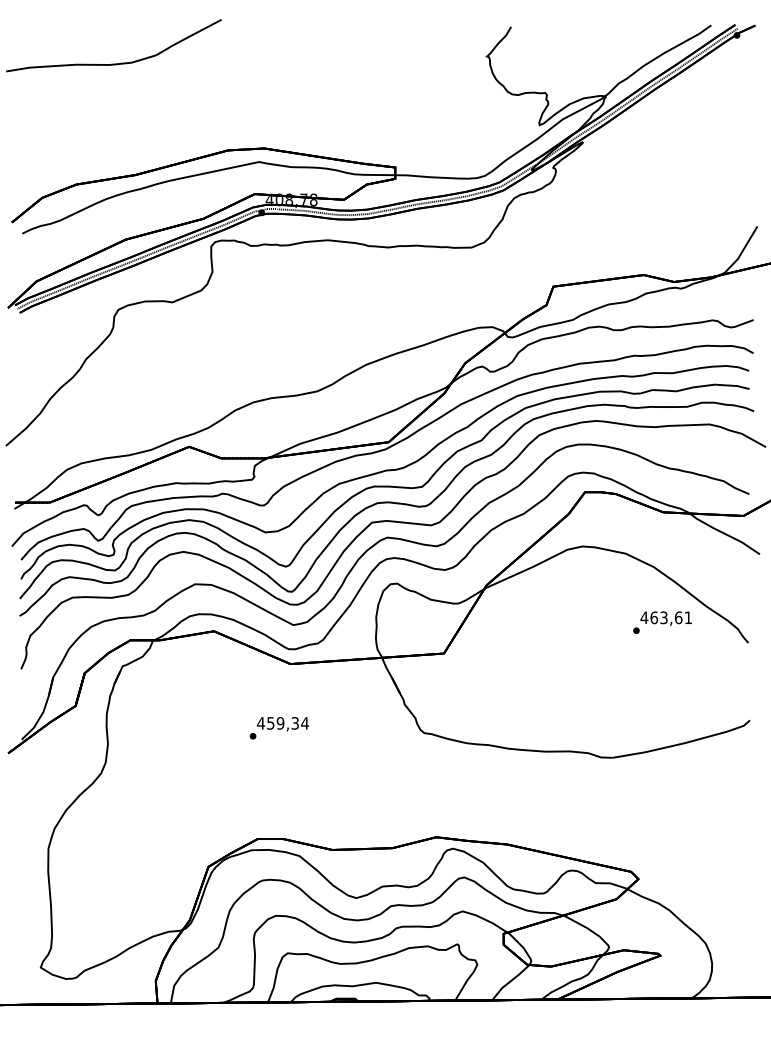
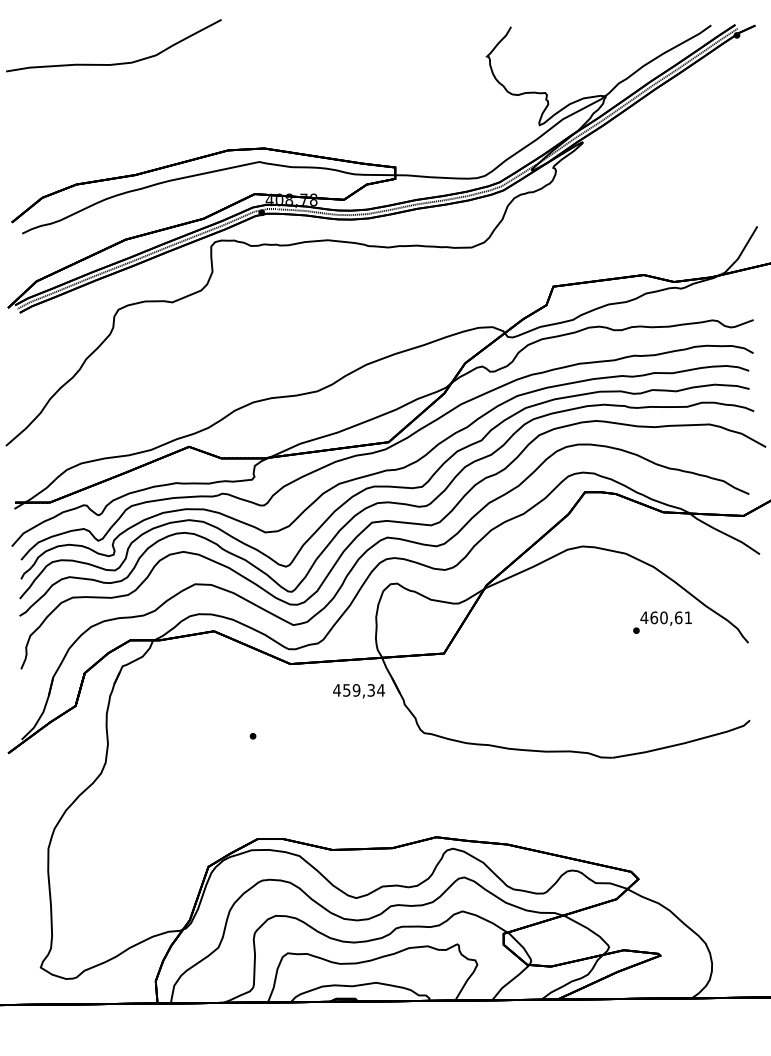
text at (663, 617): 463,61 -> 460,61
text at (282, 724) position: (282, 724) -> (358, 691)
